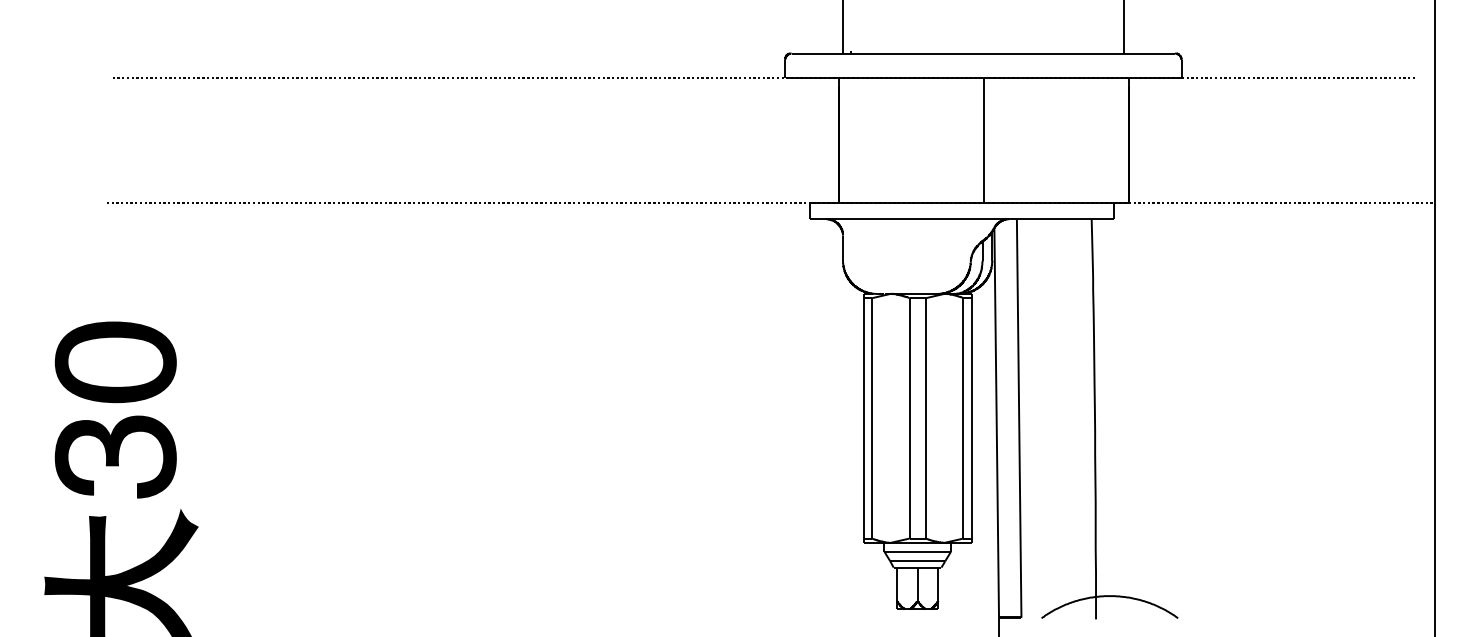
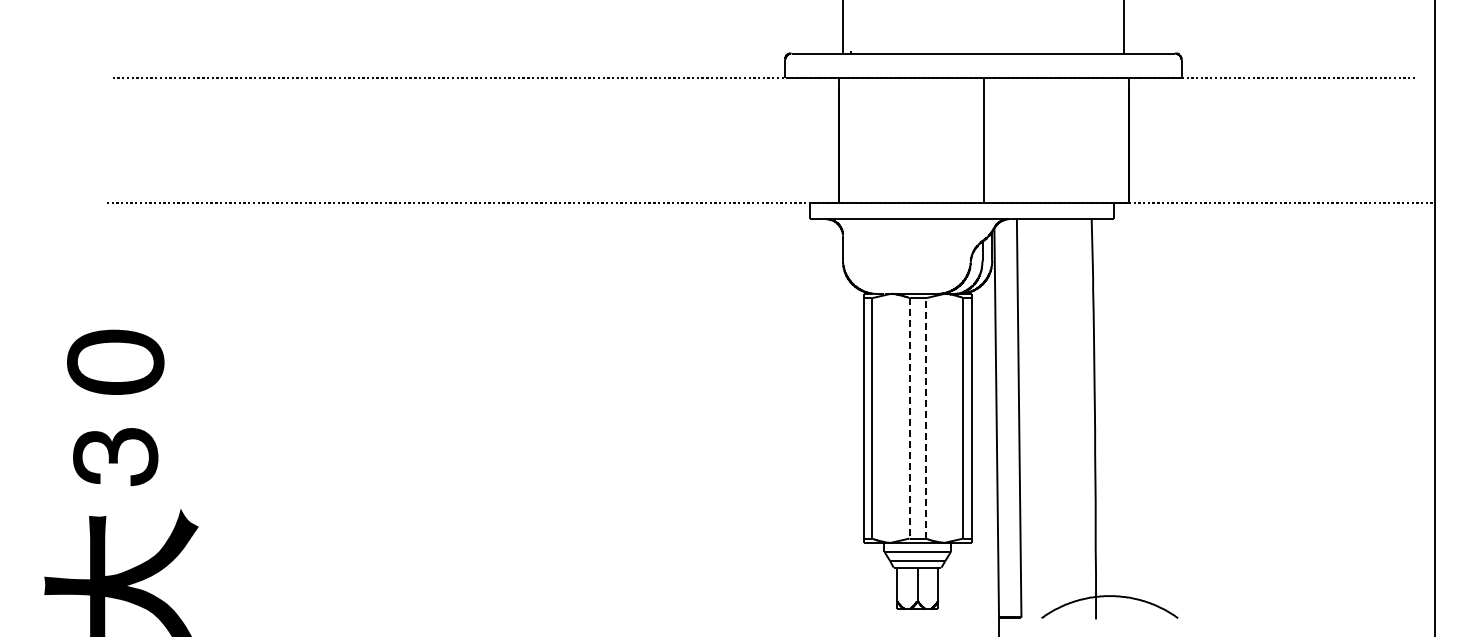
part at (115, 362) size: 123x83 px -> 98x66 px
line at (925, 417): solid -> dashed
line at (909, 418): solid -> dashed
part at (115, 456) size: 123x84 px -> 86x58 px
